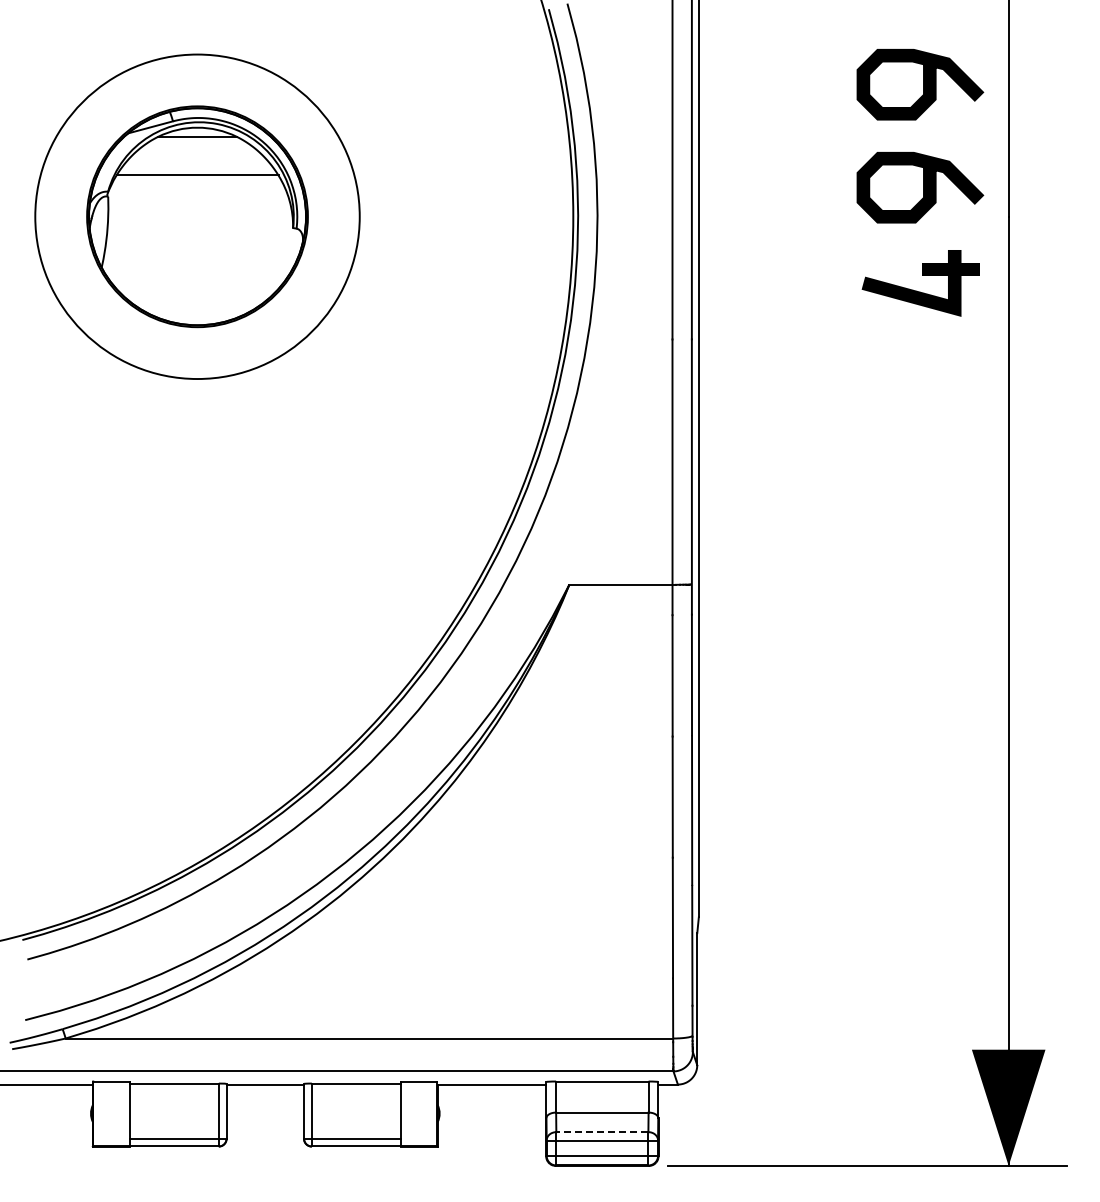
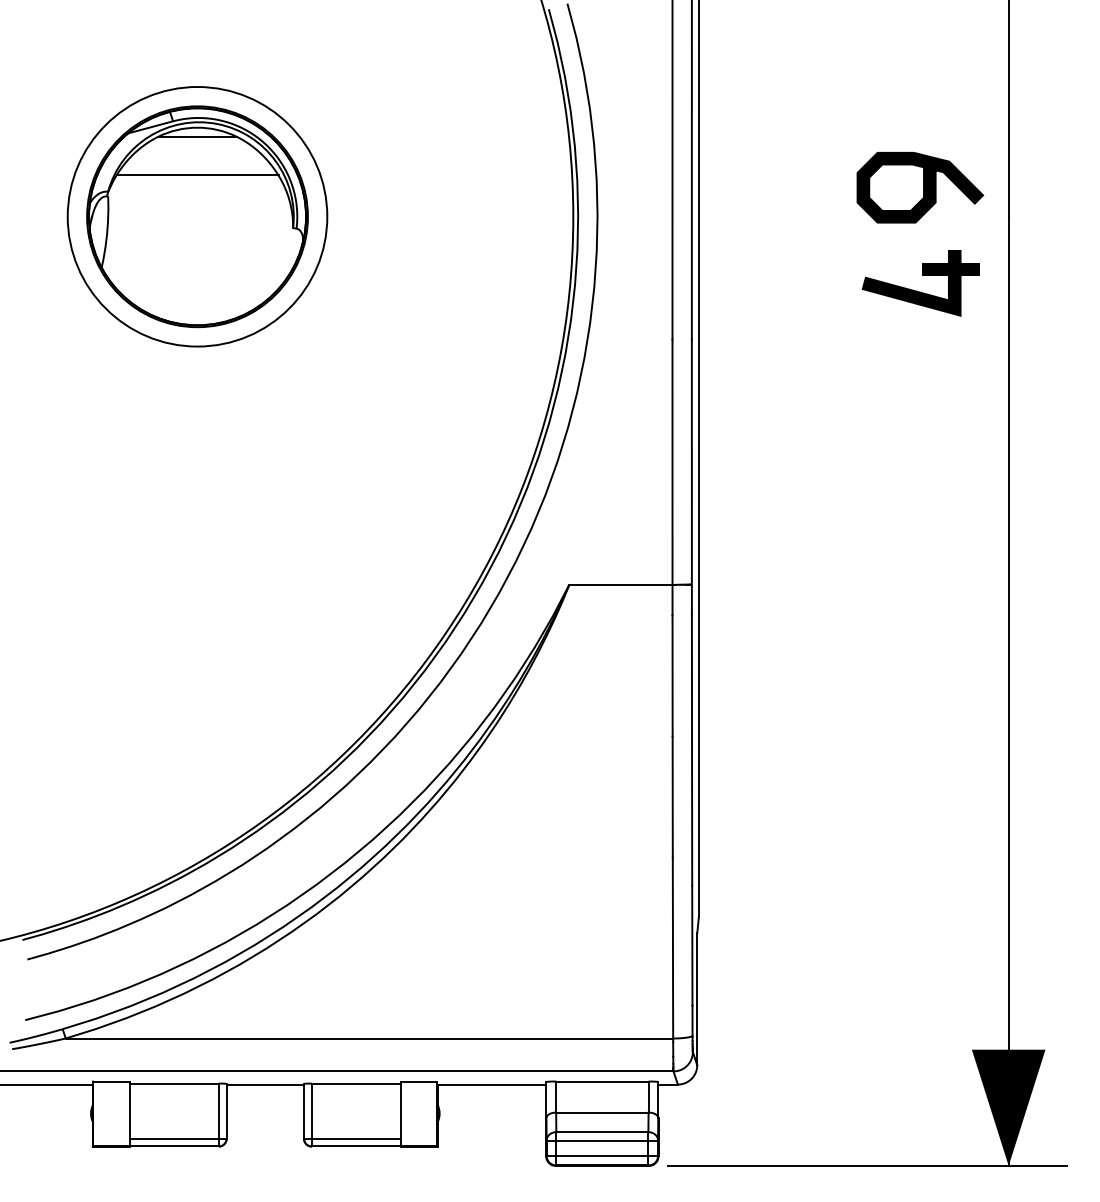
curve at (923, 84): present -> none
circle at (197, 216) diameter: 324 px -> 260 px
line at (601, 1132): dashed -> solid
